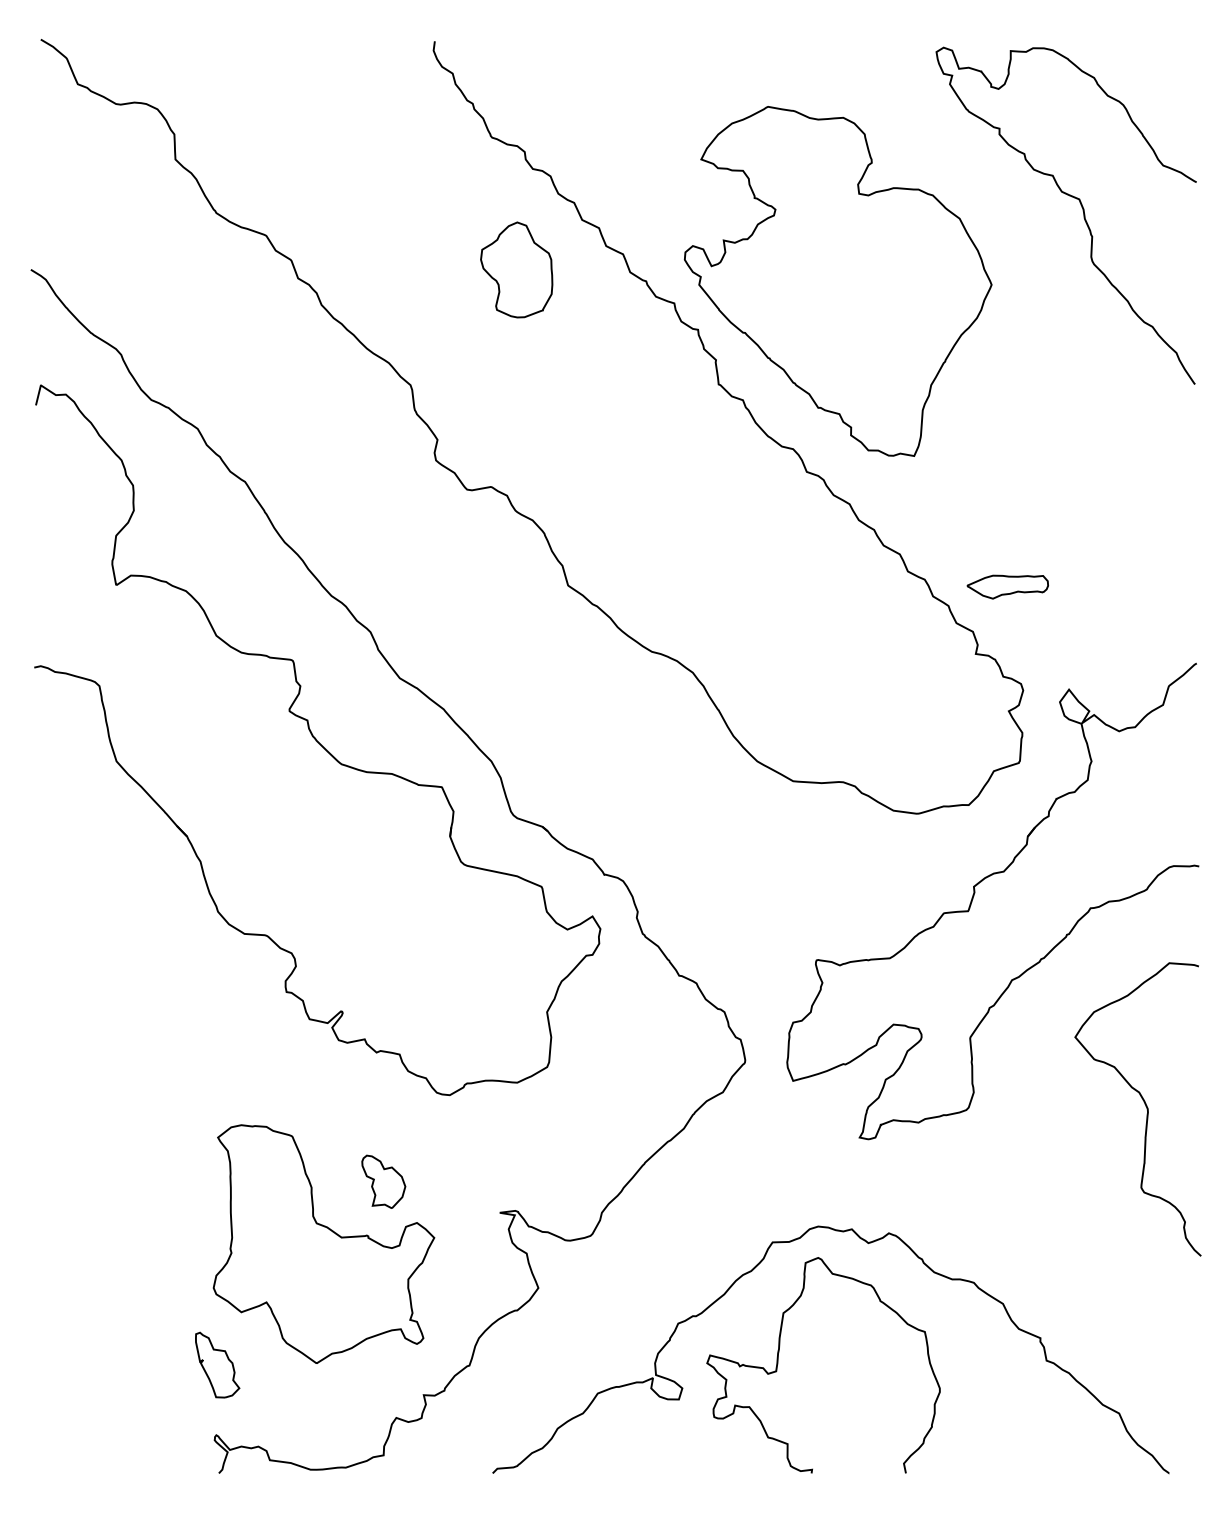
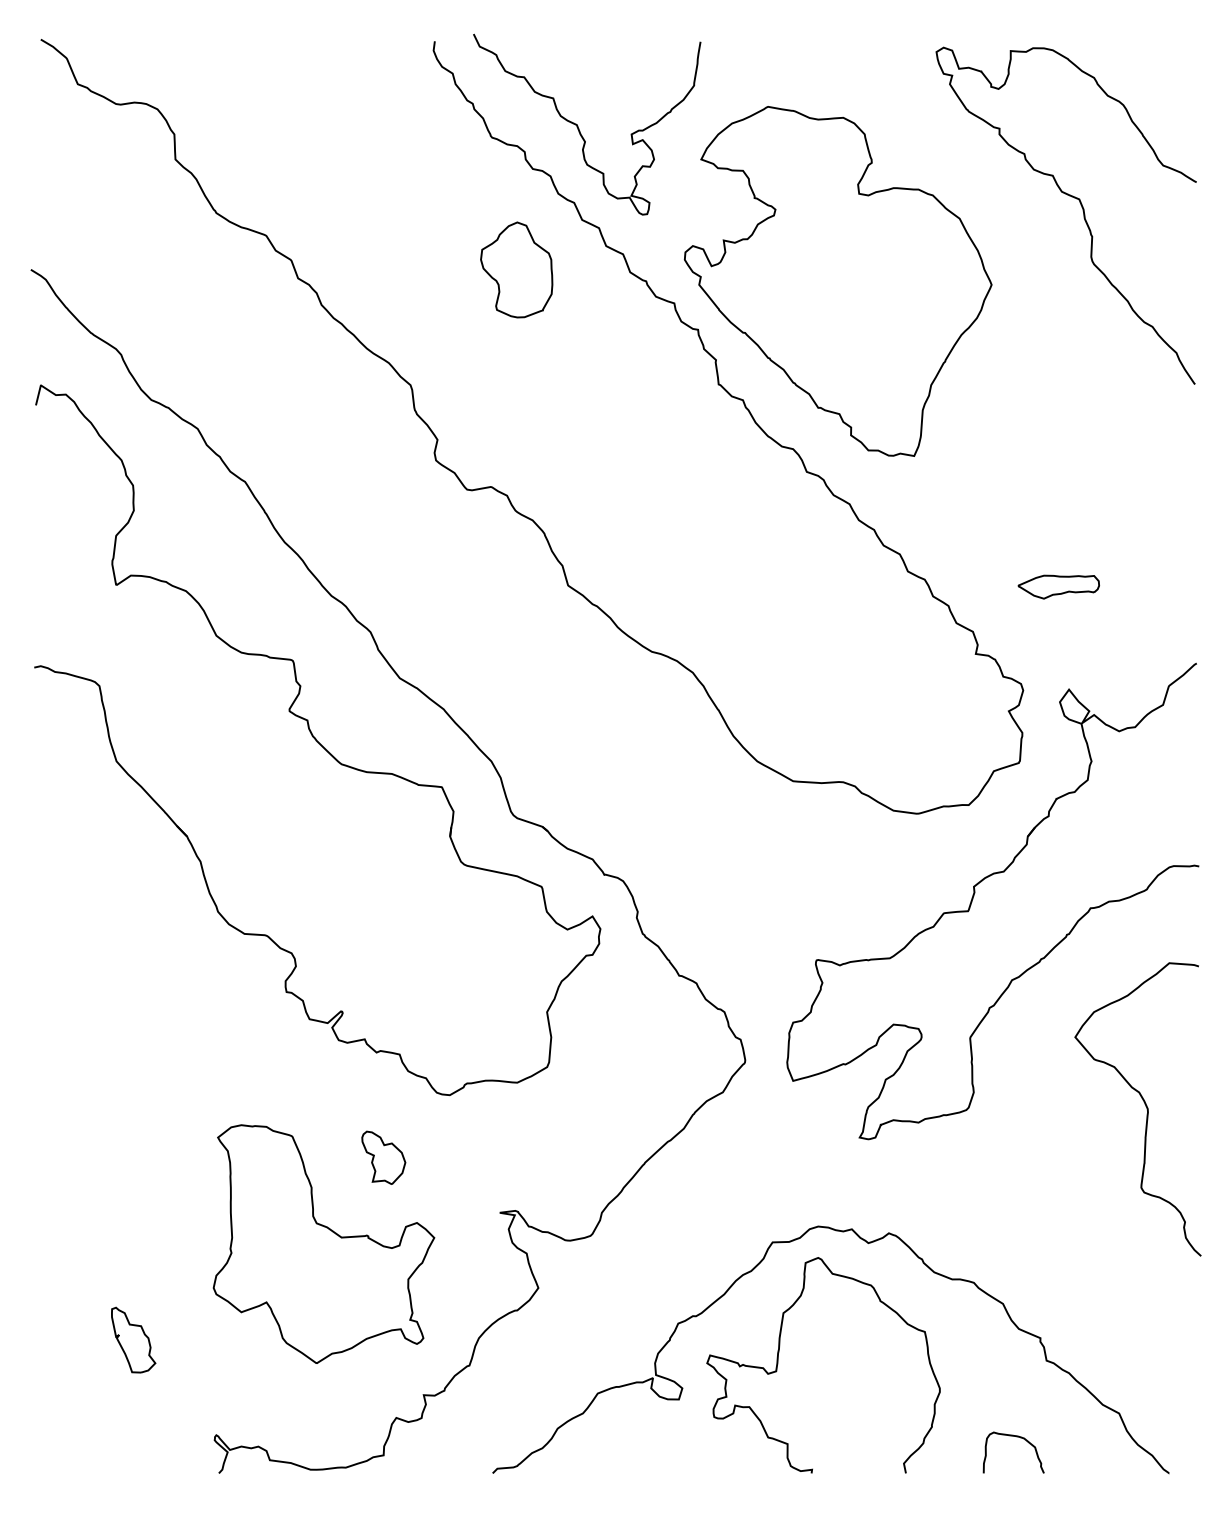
curve at (579, 128): none -> present
part at (1007, 586) position: (1007, 586) -> (1058, 586)
part at (383, 1181) position: (383, 1181) -> (383, 1157)
part at (217, 1364) position: (217, 1364) -> (133, 1339)
curve at (1016, 1437): none -> present
